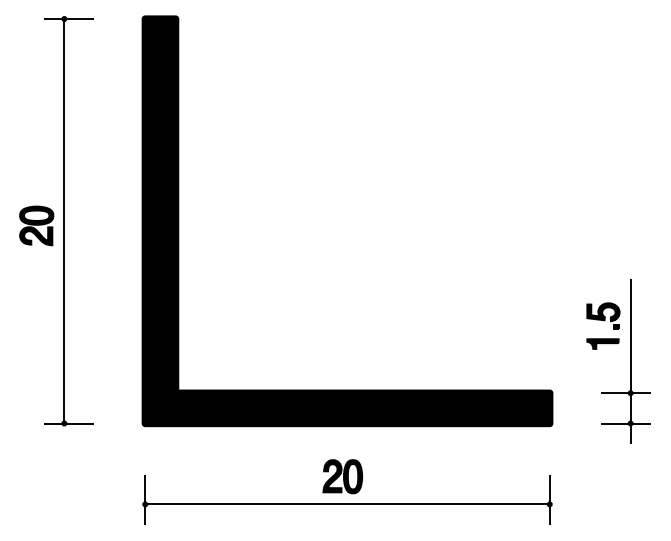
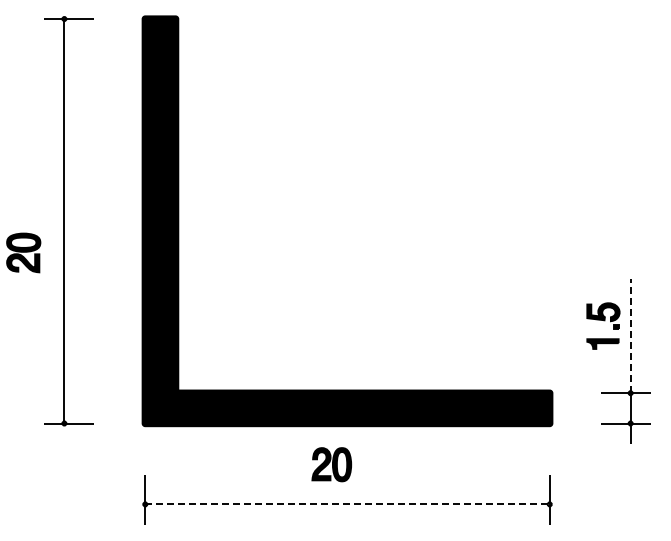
part at (36, 225) position: (36, 225) -> (23, 252)
line at (630, 335): solid -> dashed
part at (342, 476) position: (342, 476) -> (331, 464)
line at (348, 504): solid -> dashed
